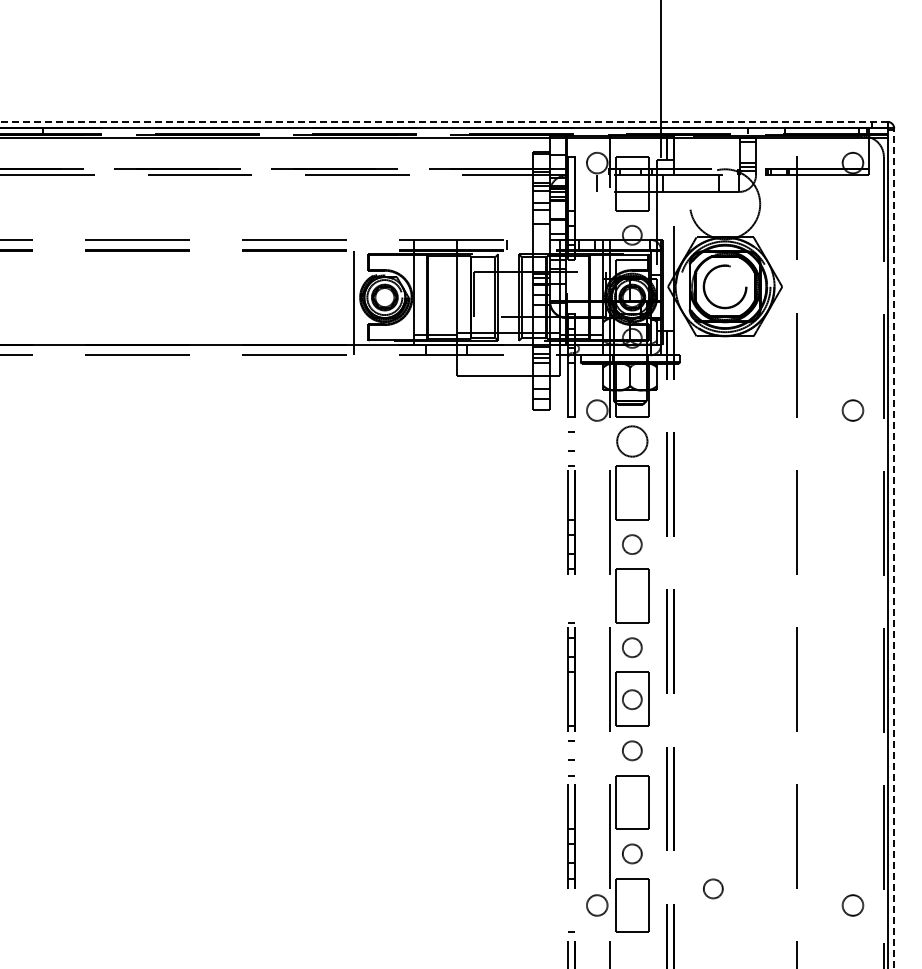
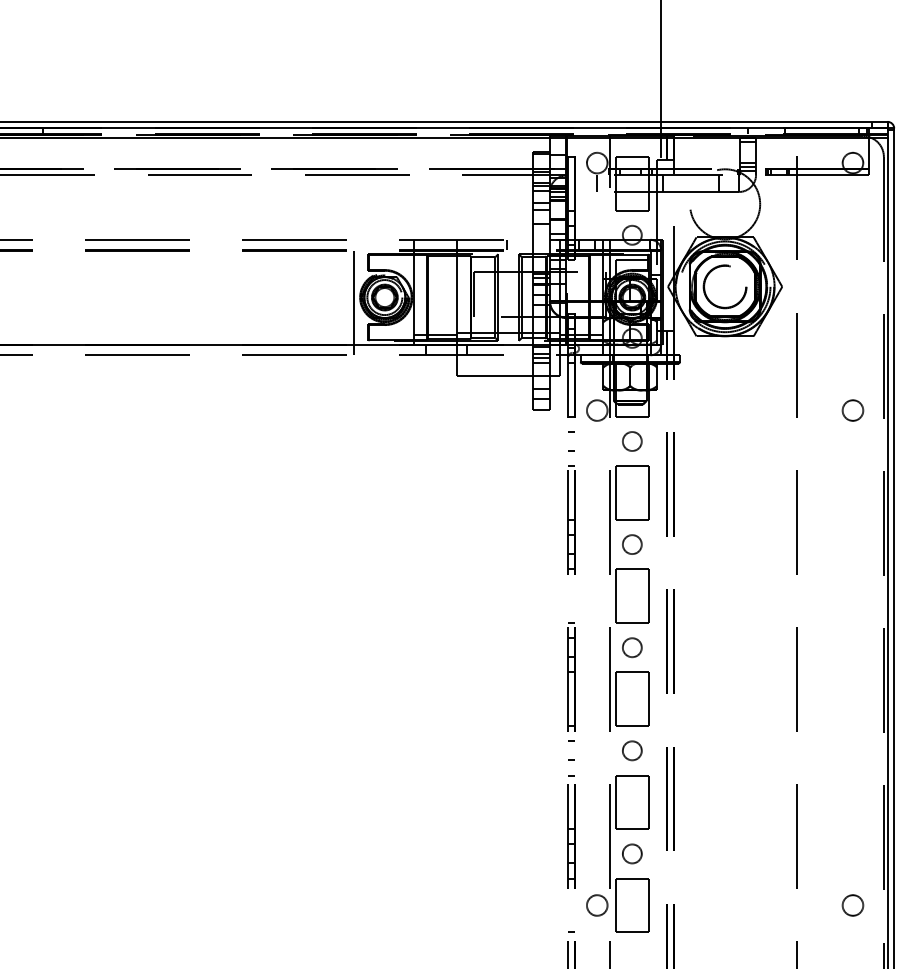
line at (444, 121): dashed -> solid
circle at (632, 441) diameter: 30 px -> 19 px
line at (894, 549): dashed -> solid
circle at (632, 699): present -> none
circle at (713, 888): present -> none
